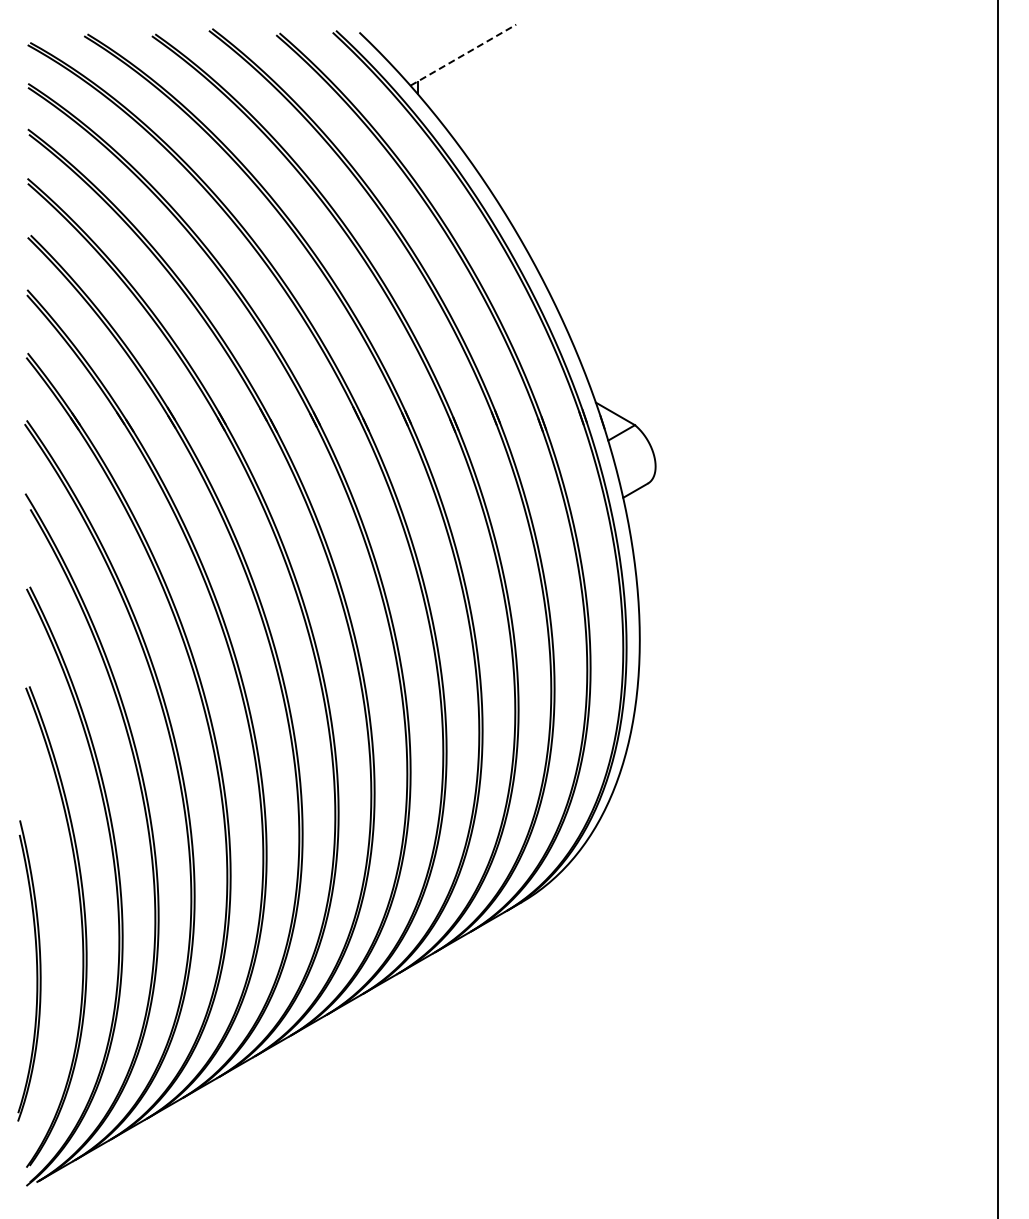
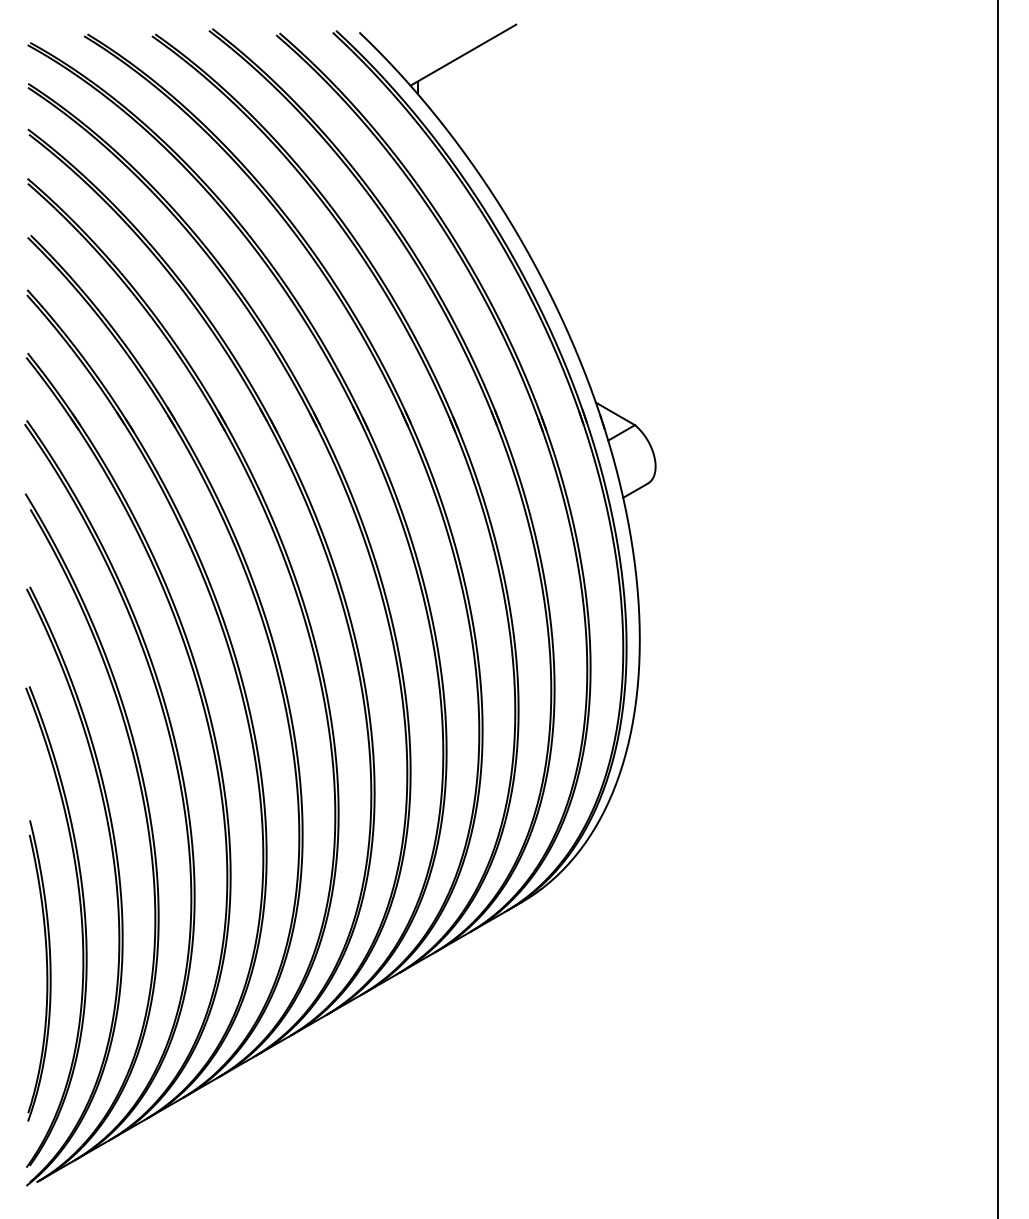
line at (463, 54): dashed -> solid
part at (36, 970) position: (36, 970) -> (46, 970)
